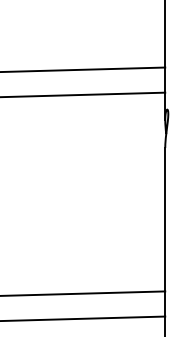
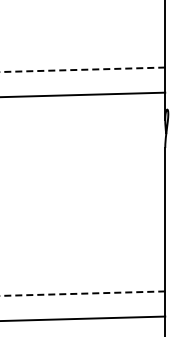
line at (82, 69): solid -> dashed
line at (82, 293): solid -> dashed
